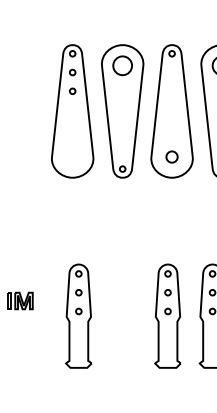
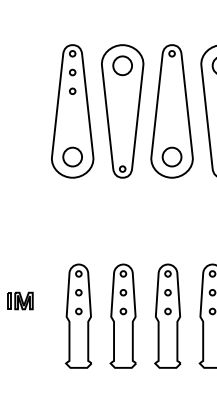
part at (72, 156): none -> present
part at (171, 156) size: 14x14 px -> 22x22 px
part at (122, 315): none -> present
